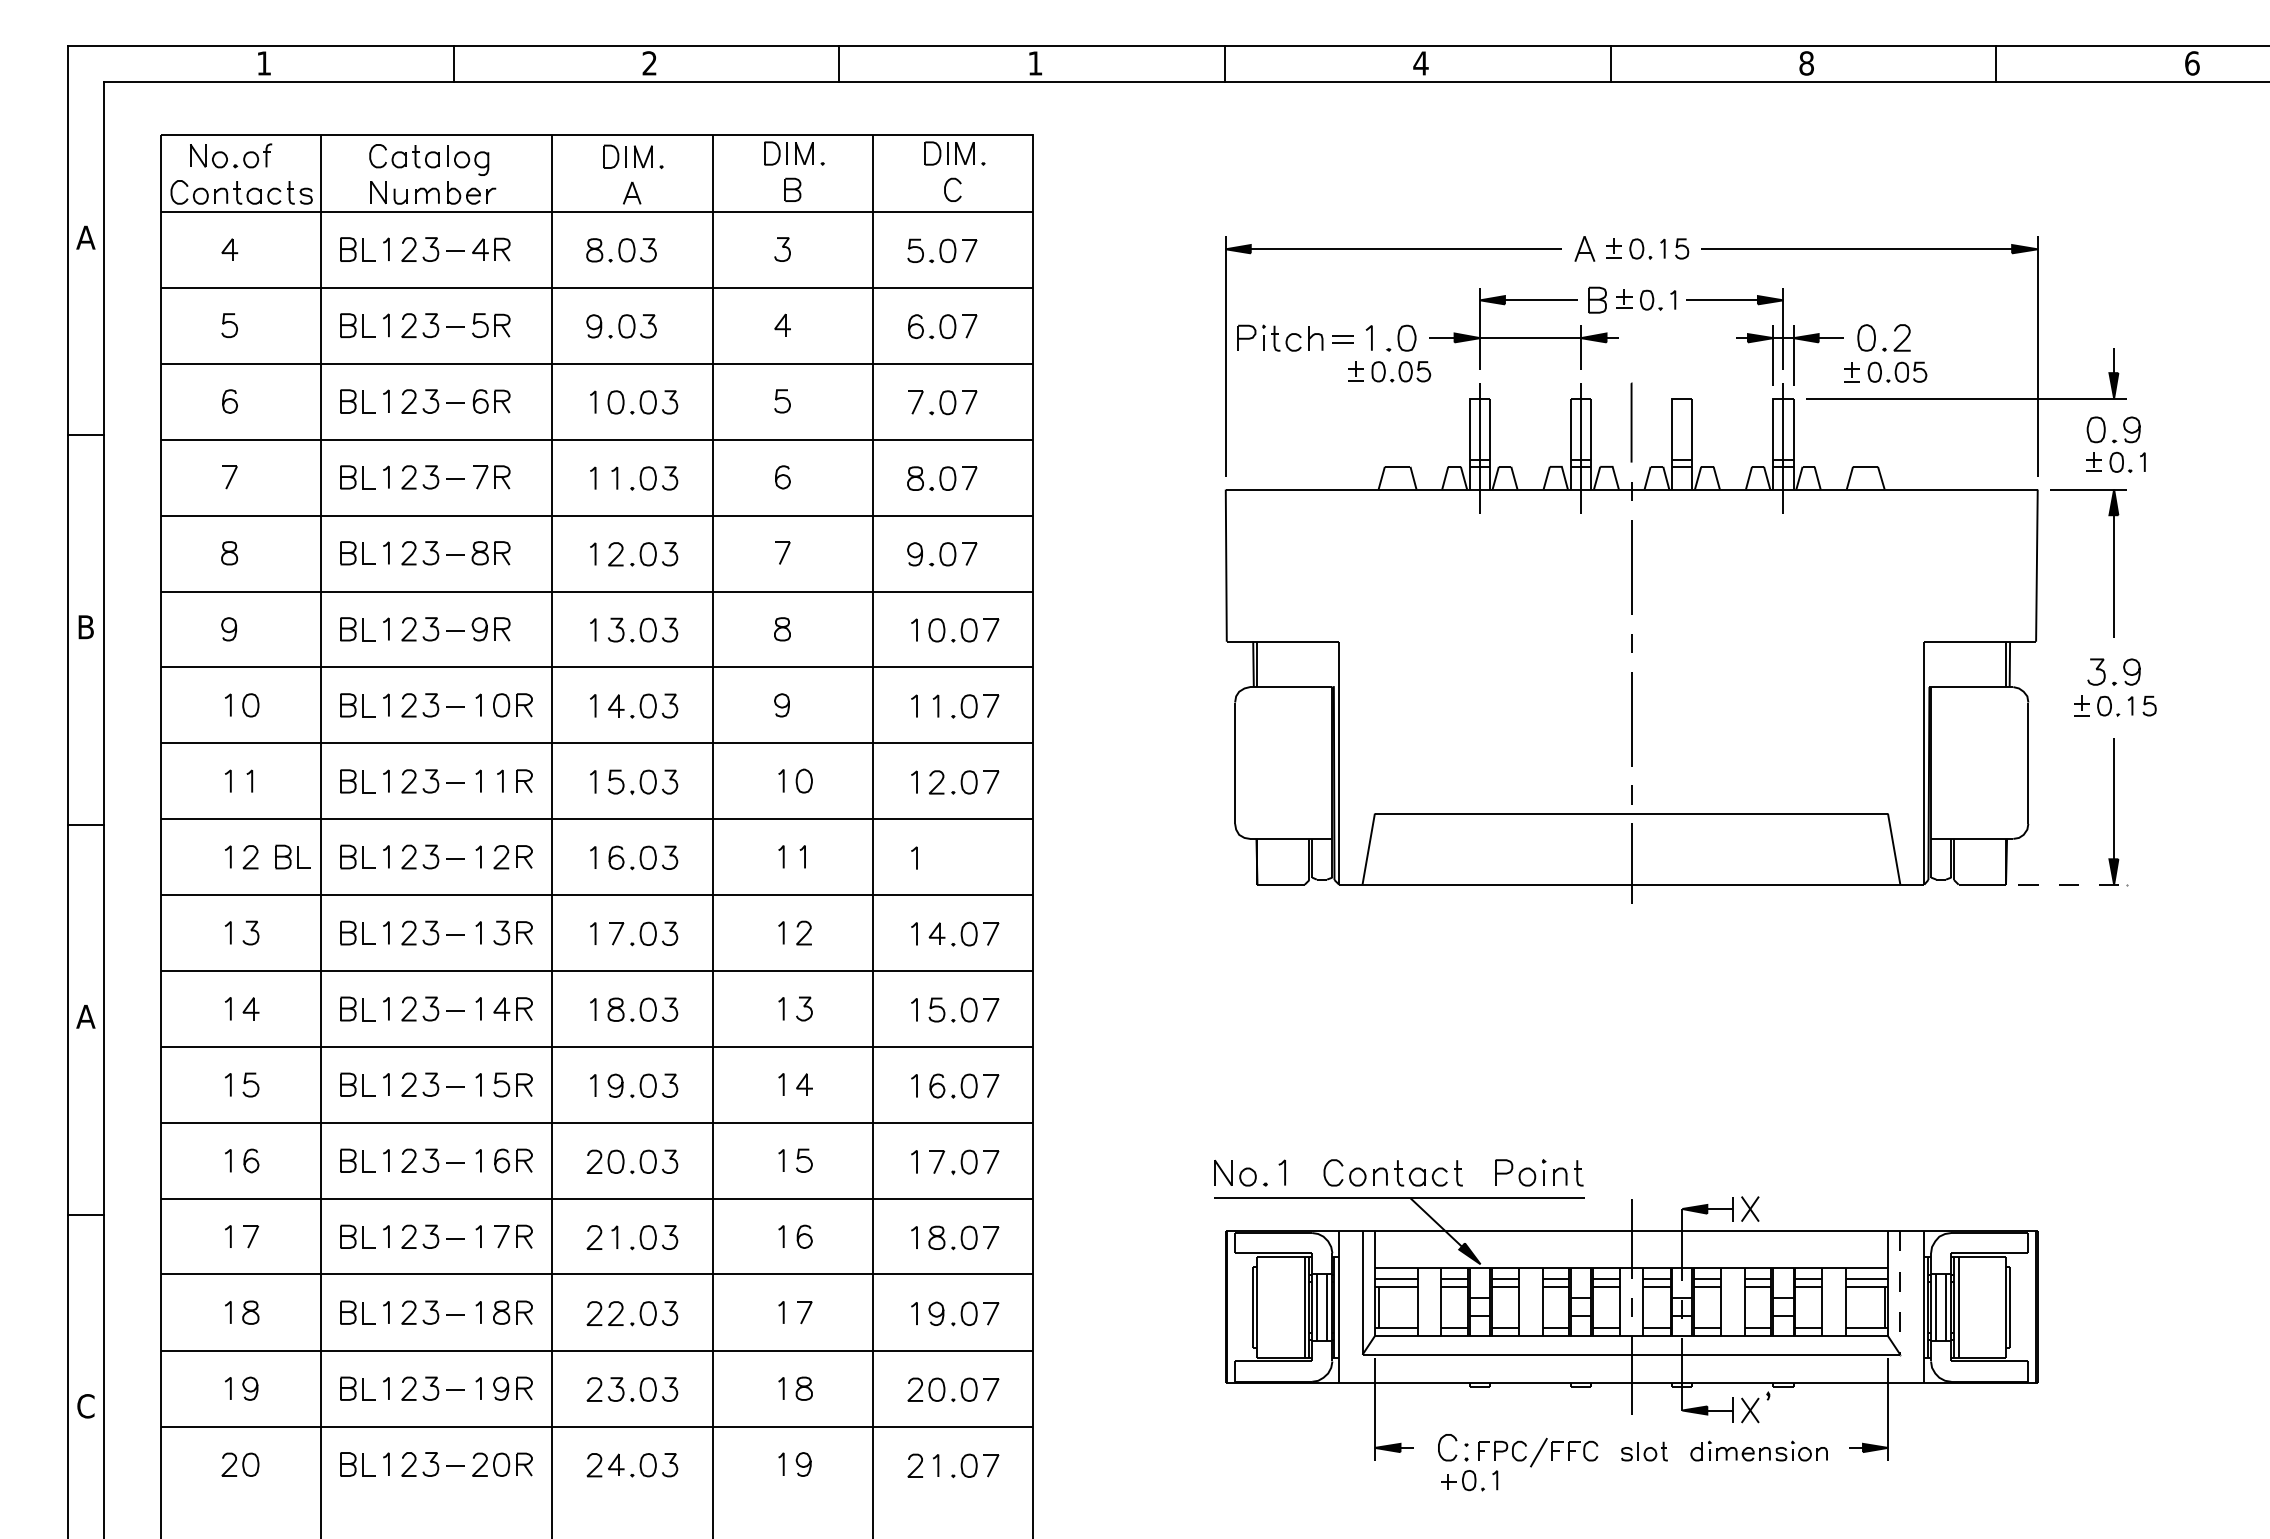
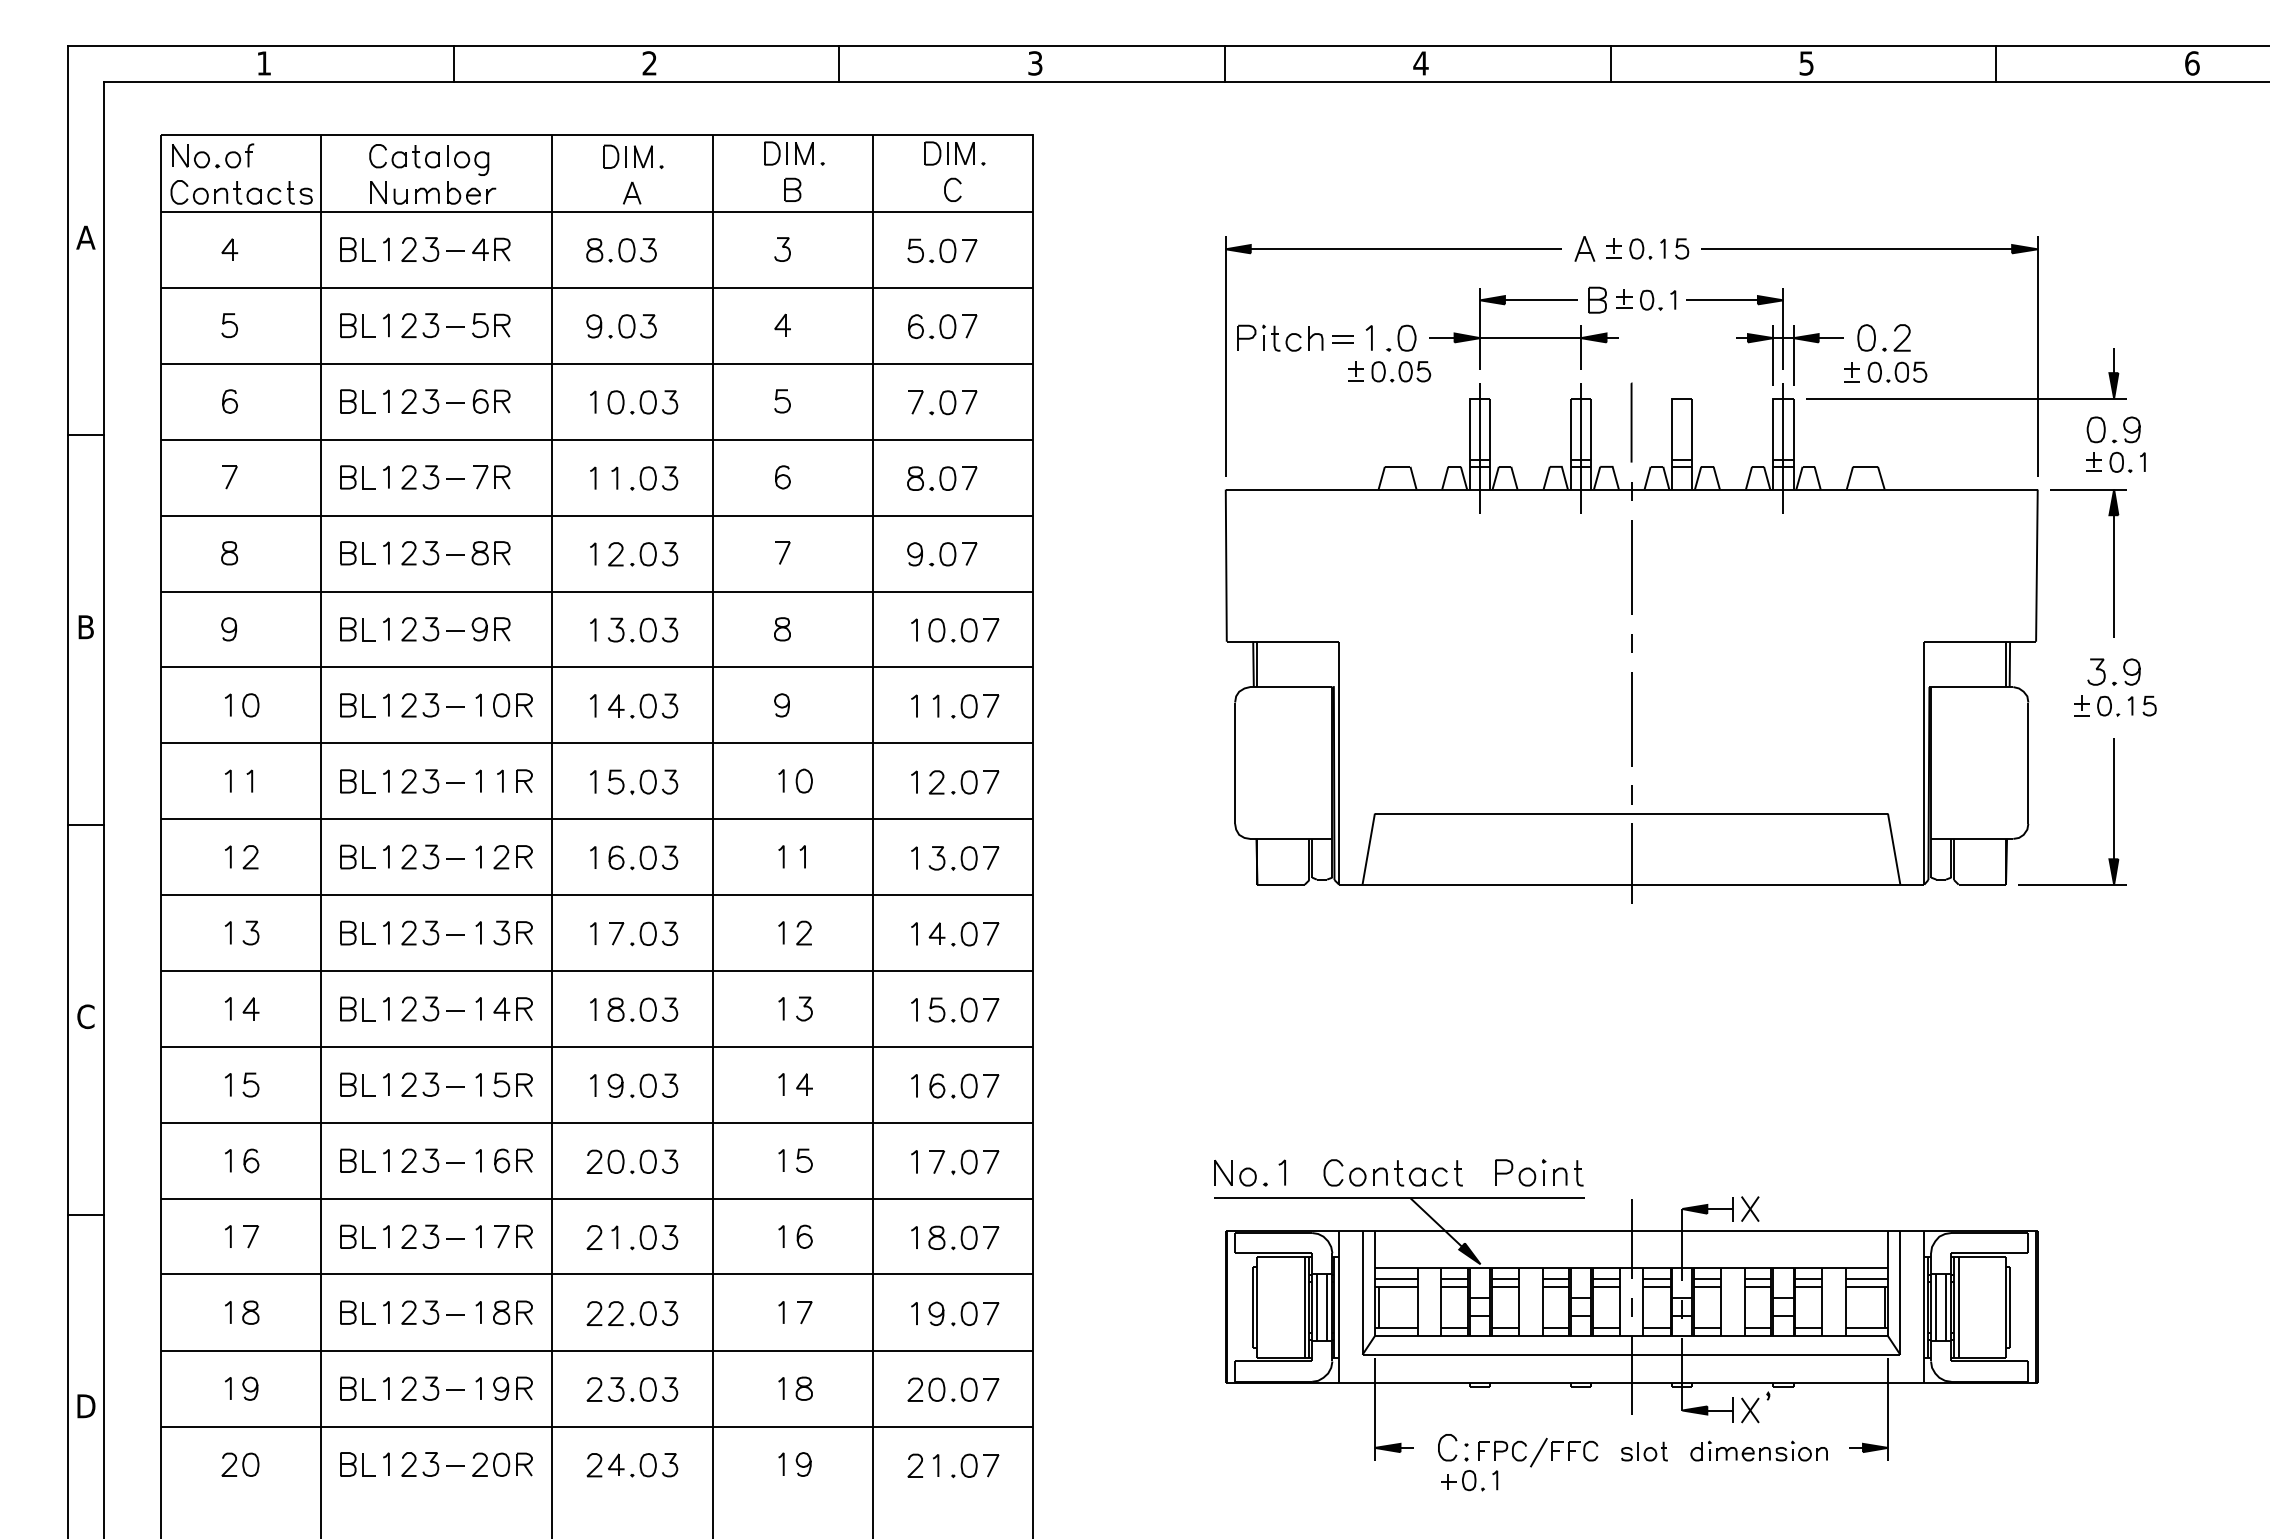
text at (1035, 63): 1 -> 3
text at (1806, 63): 8 -> 5
part at (231, 155) position: (231, 155) -> (213, 155)
part at (292, 856): present -> none
part at (963, 858): none -> present
line at (2073, 884): dashed -> solid
text at (85, 1016): A -> C
line at (1900, 1294): dashed -> solid
text at (86, 1406): C -> D
